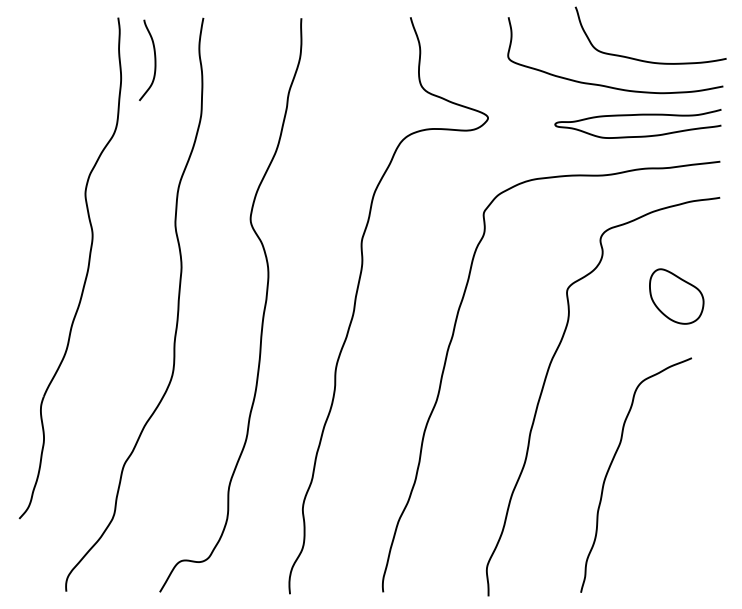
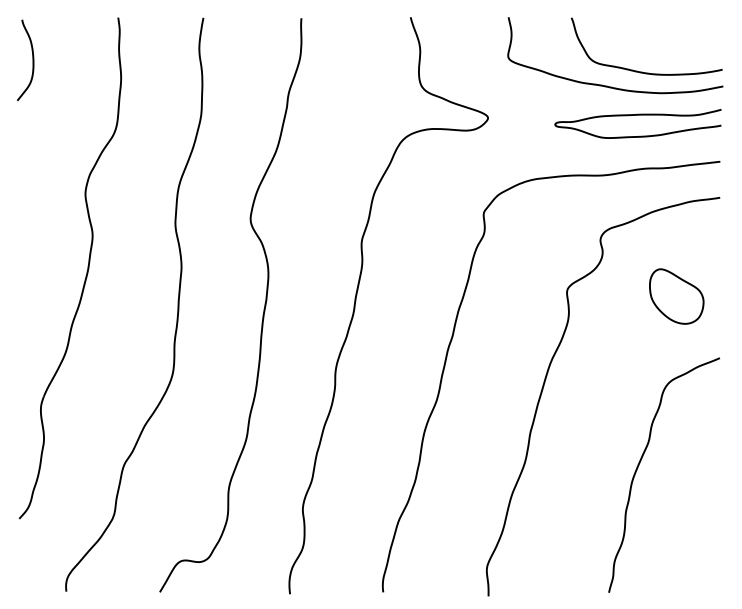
curve at (154, 60) position: (154, 60) -> (32, 60)
curve at (646, 60) position: (646, 60) -> (642, 71)
curve at (612, 463) position: (612, 463) -> (640, 463)
